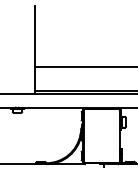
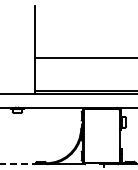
line at (84, 67) position: (84, 67) -> (84, 58)
line at (19, 164): solid -> dashed
